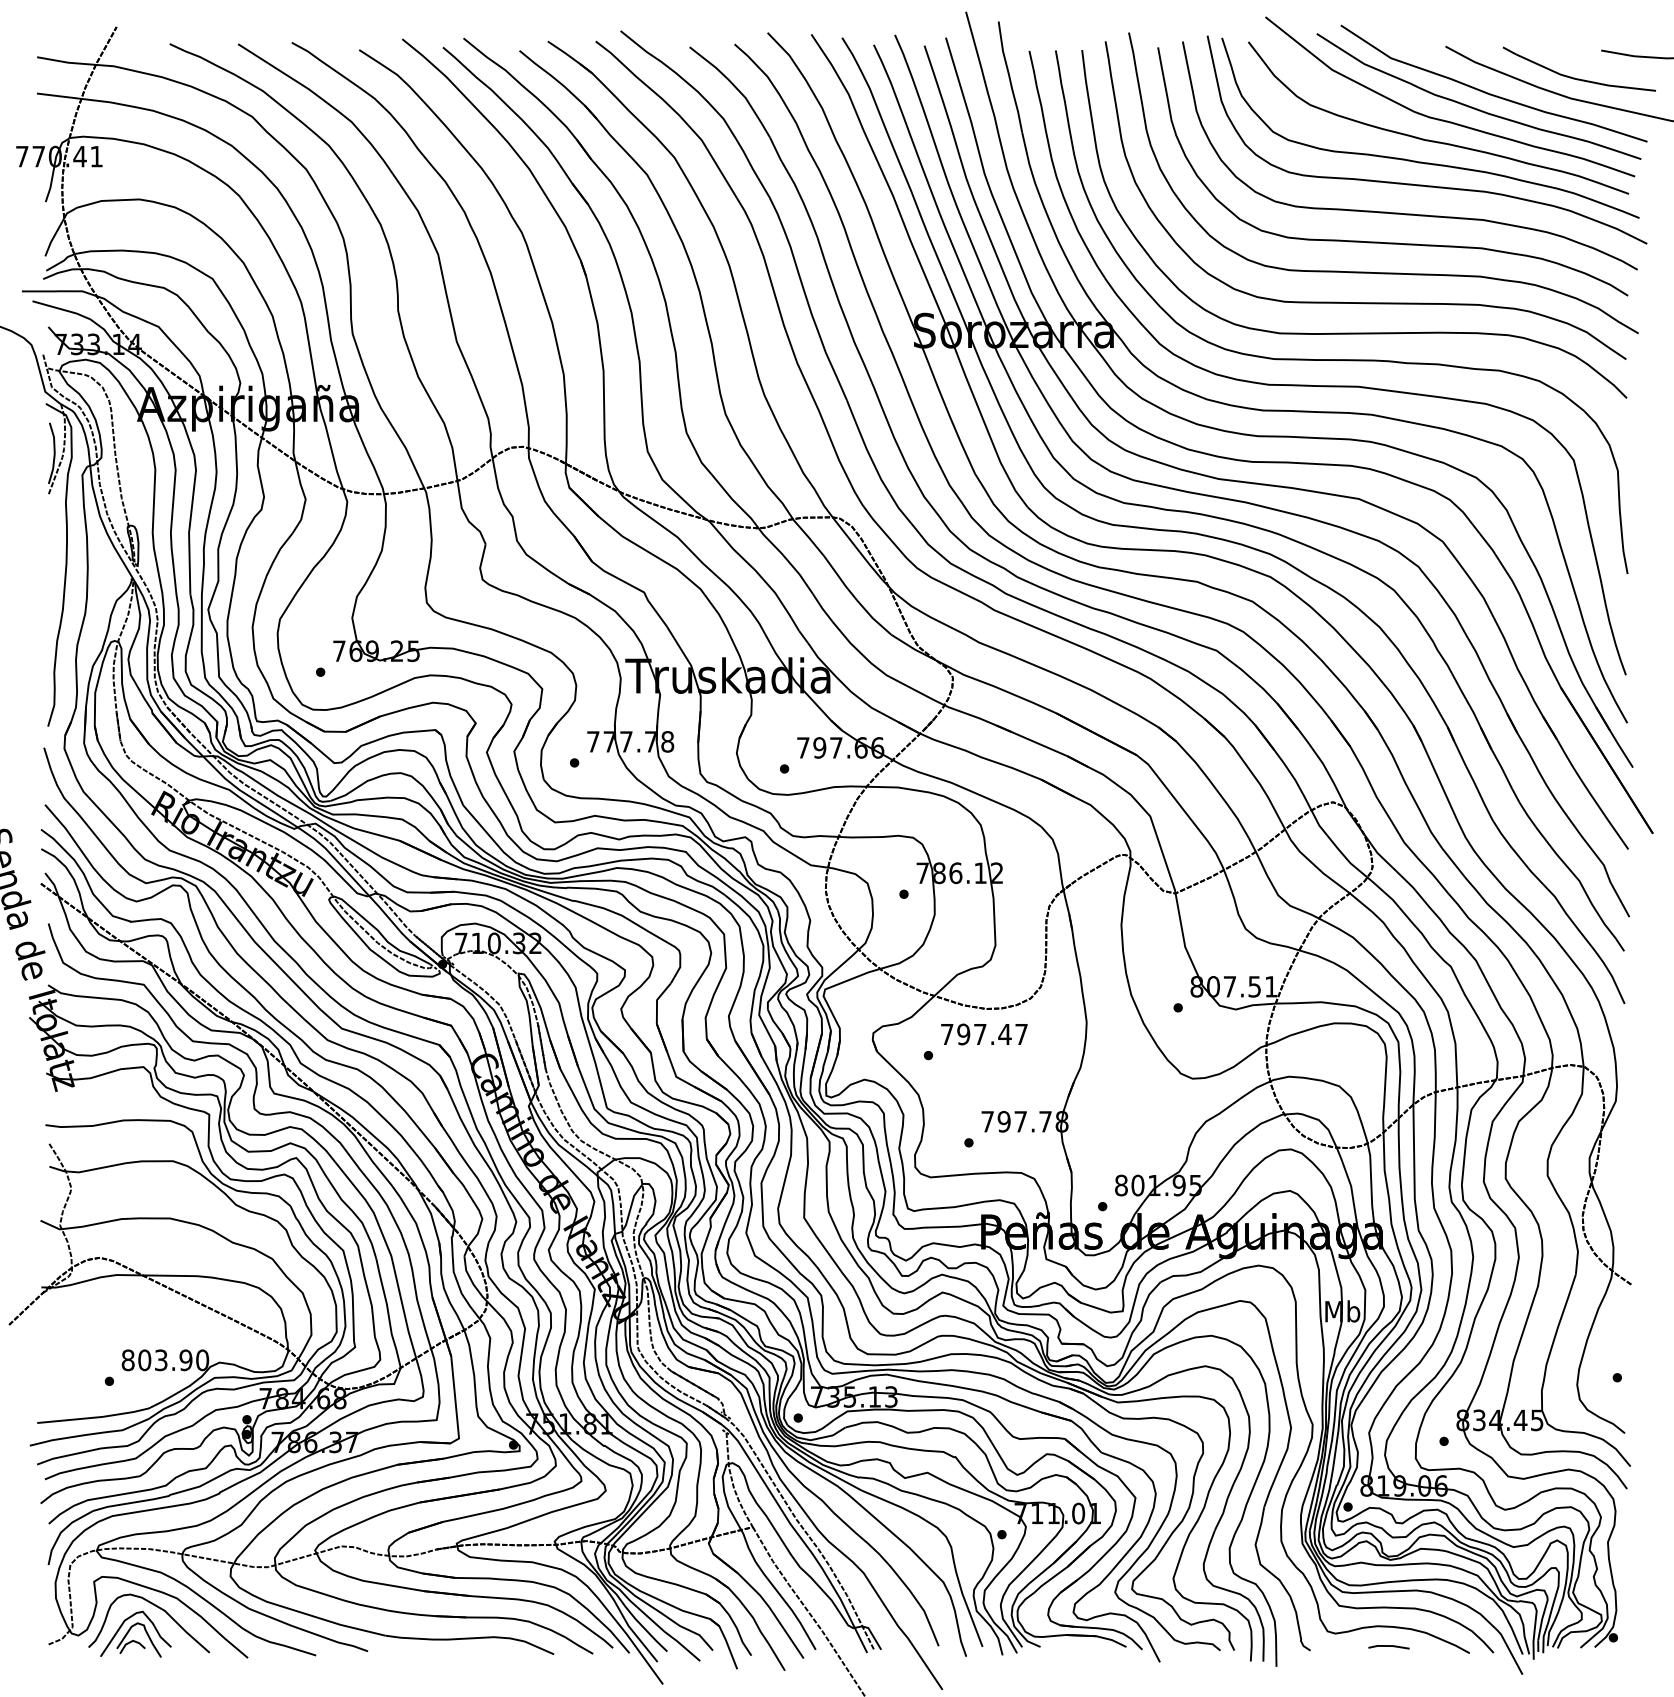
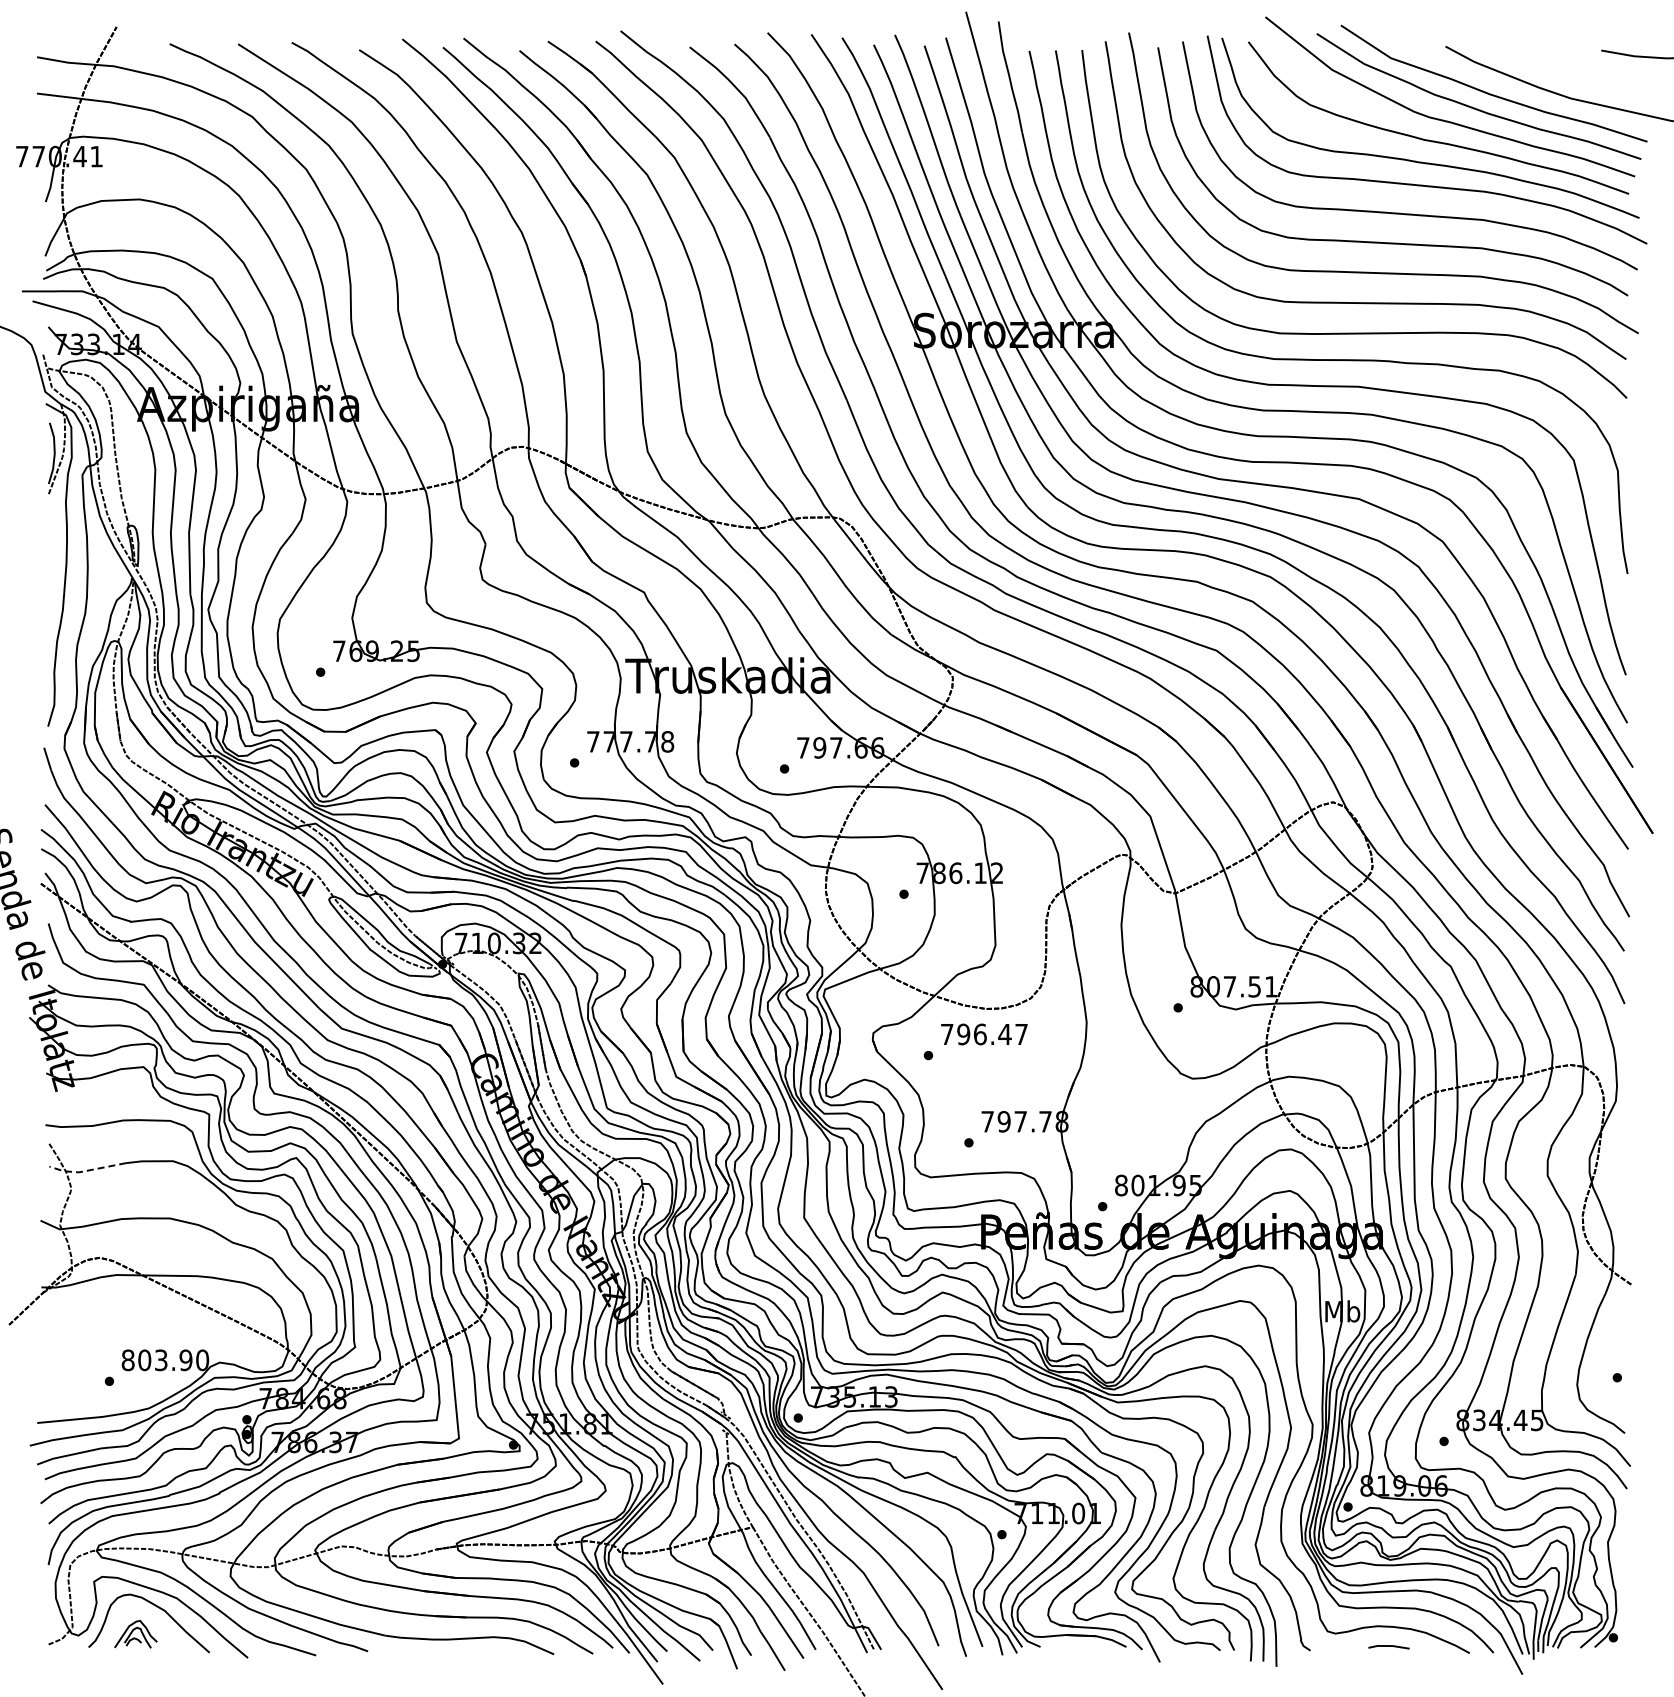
part at (1574, 77): present -> none
text at (980, 1034): 797.47 -> 796.47
line at (85, 1171): solid -> dashed
part at (135, 1634) size: 72x47 px -> 44x29 px
